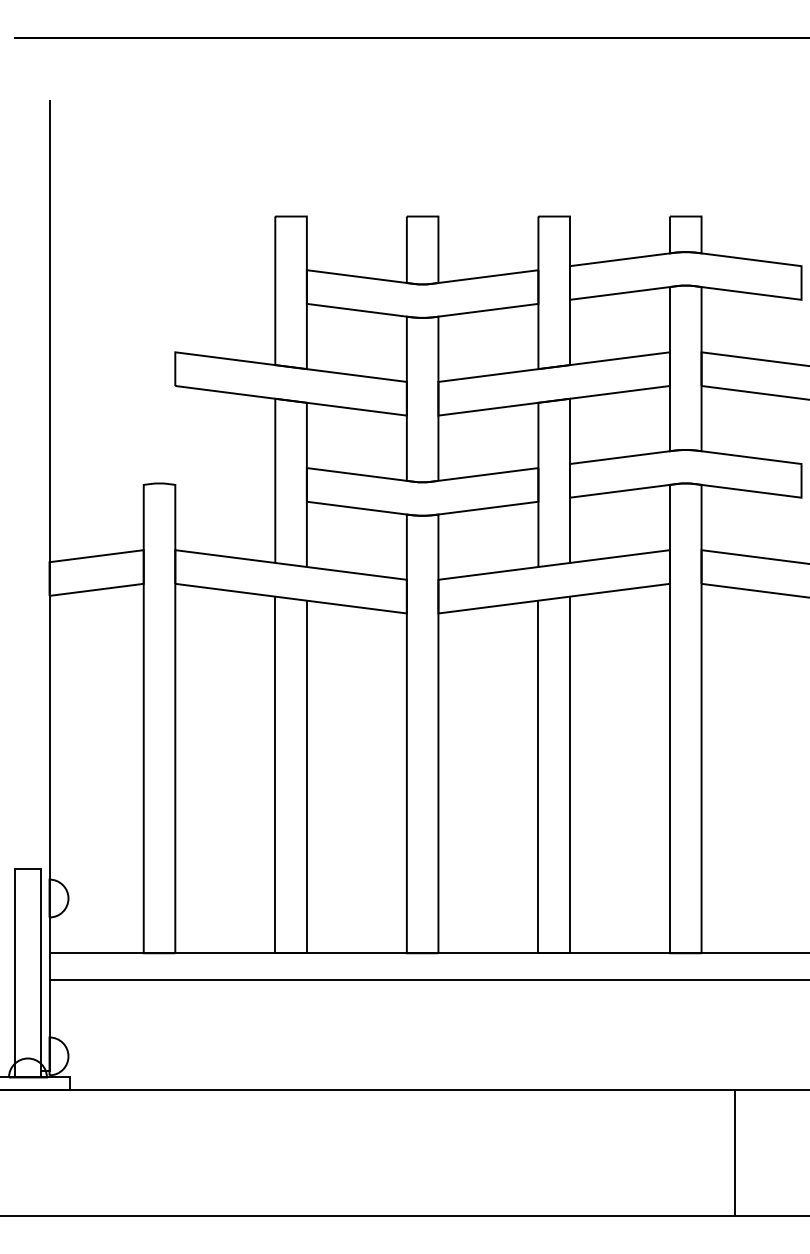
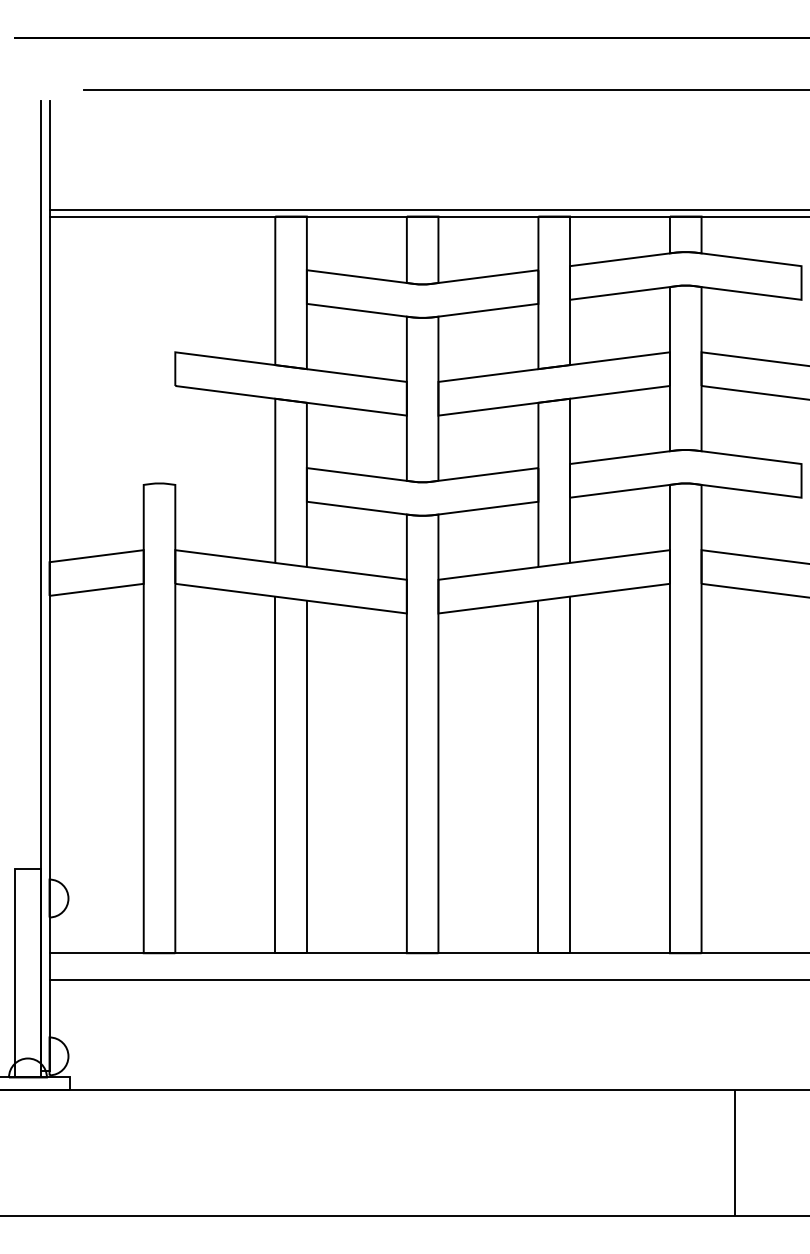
line at (445, 90): none -> present
line at (427, 210): none -> present
line at (427, 216): none -> present
line at (41, 585): none -> present
